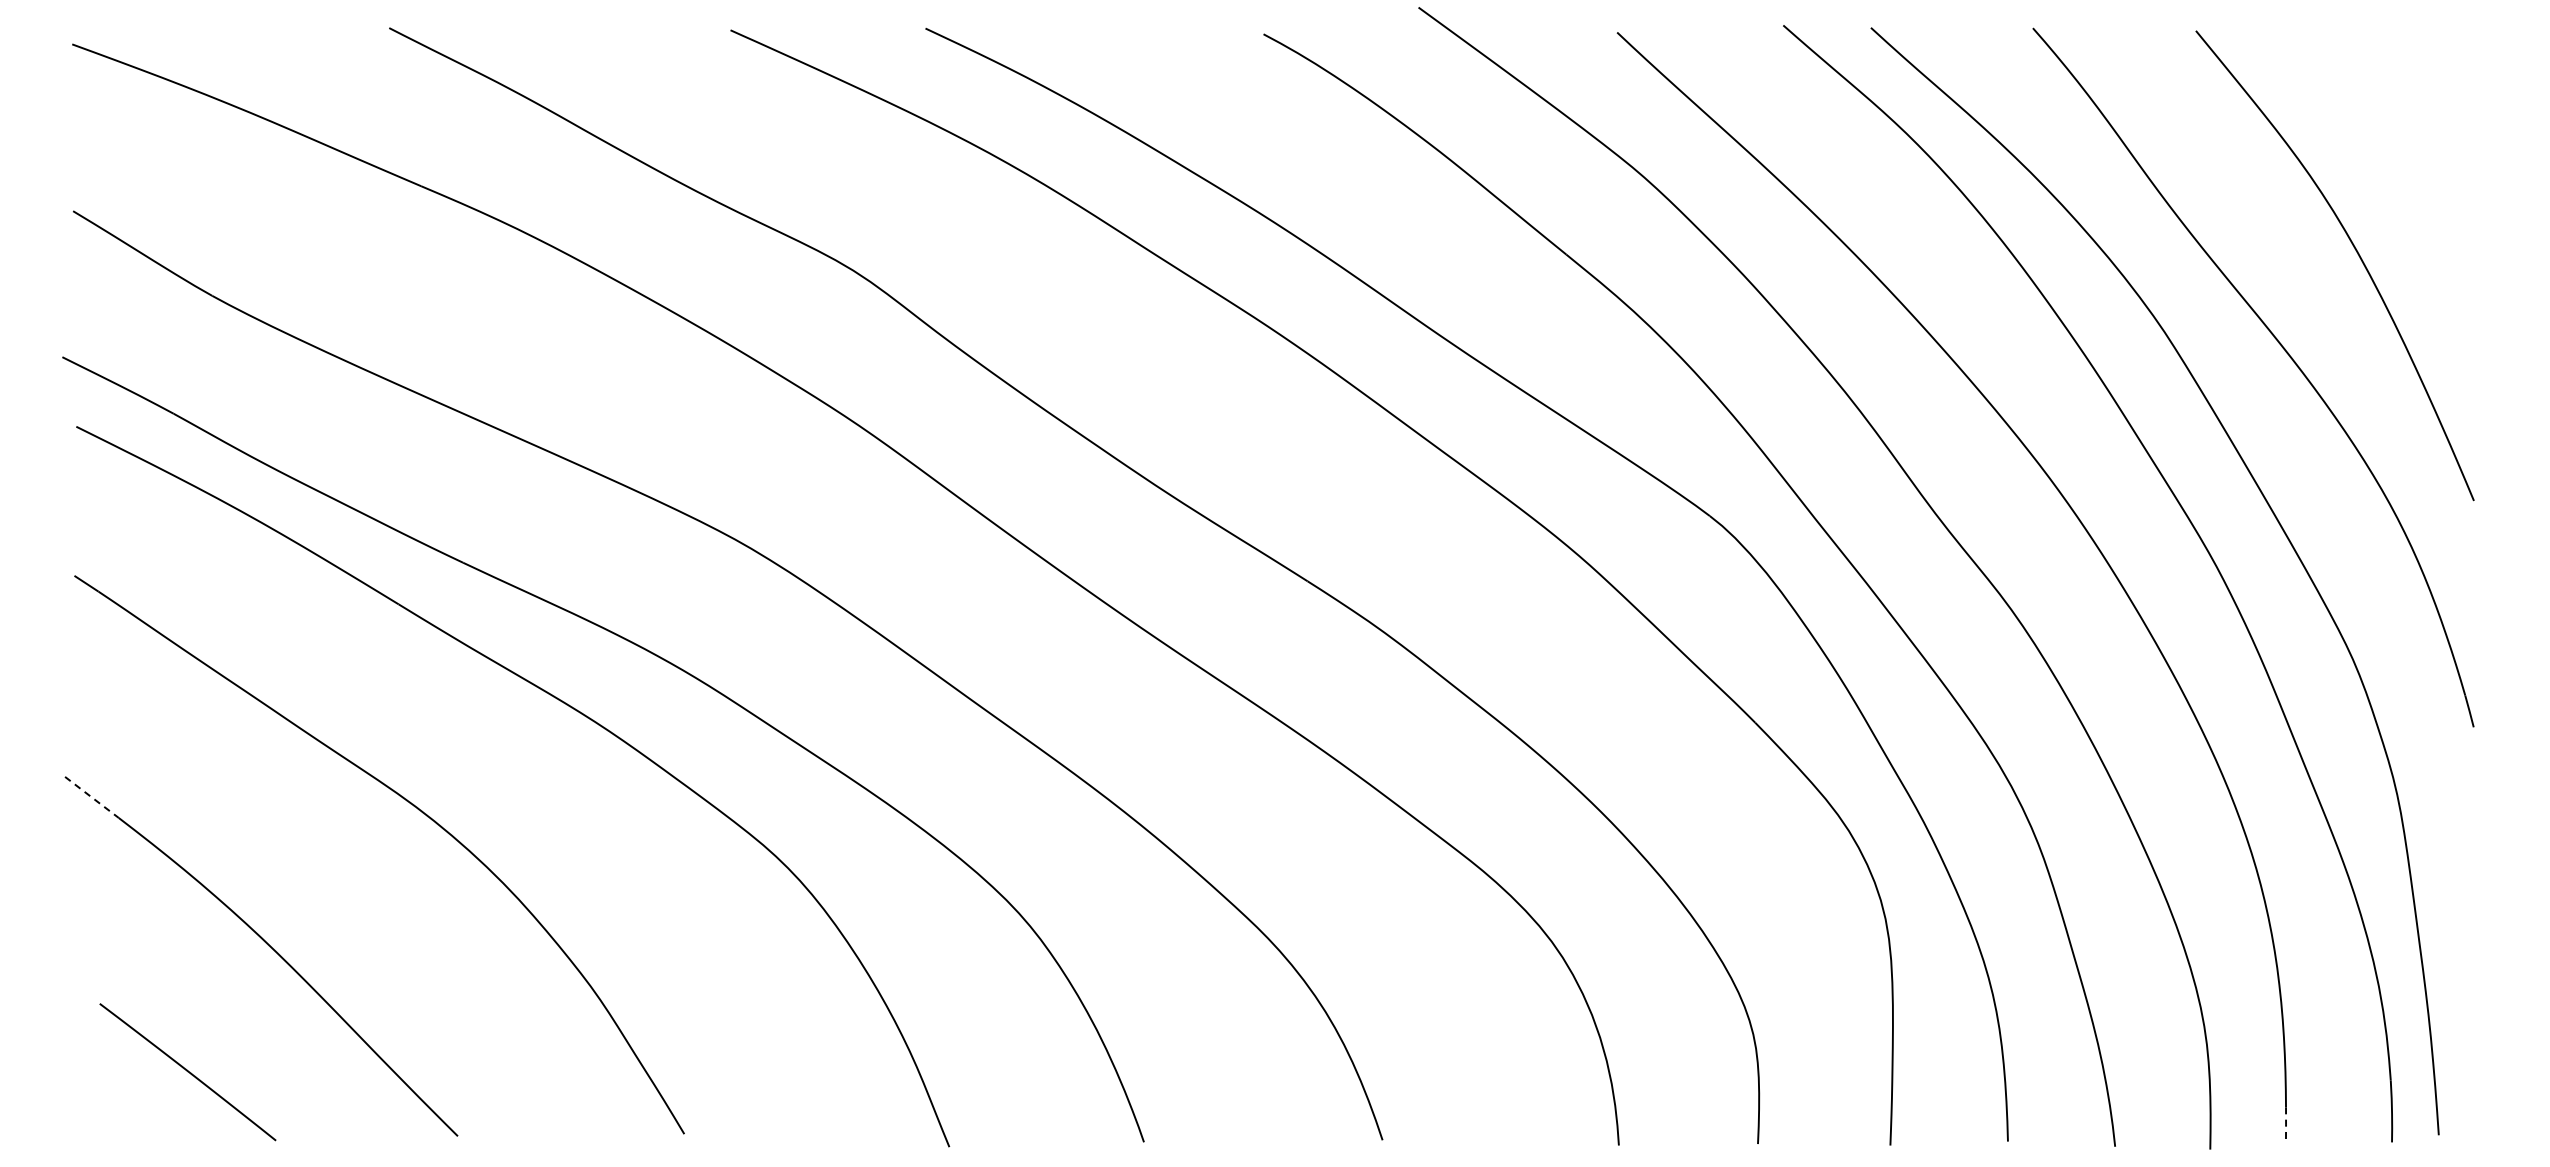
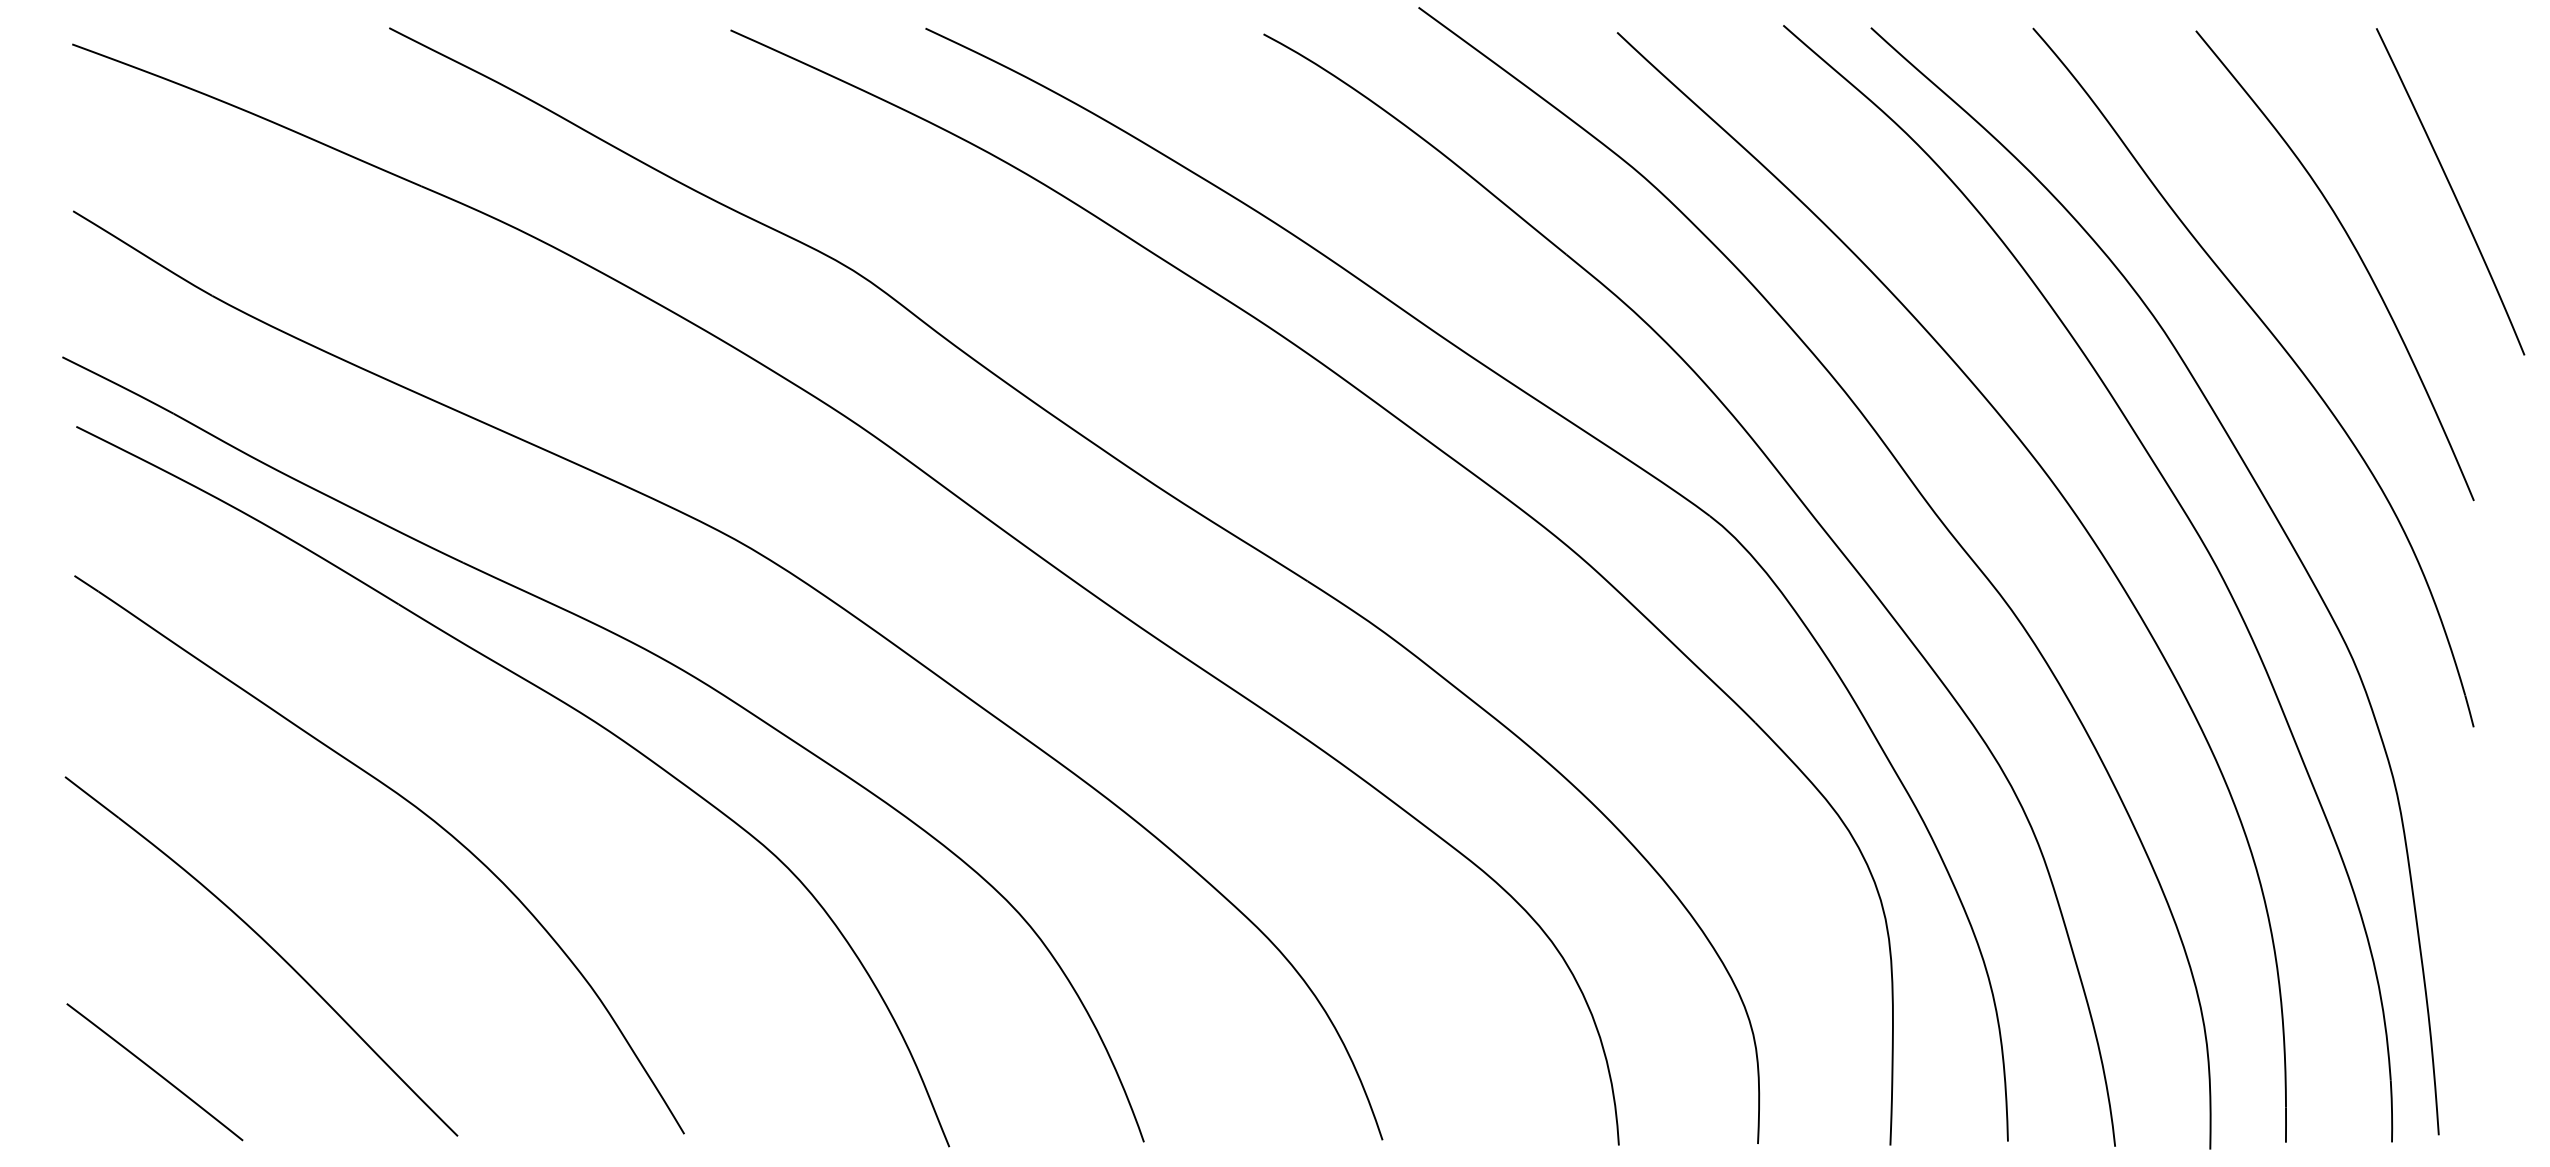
curve at (2451, 190): none -> present
line at (91, 797): dashed -> solid
line at (187, 1072) position: (187, 1072) -> (154, 1072)
line at (2286, 1124): dashed -> solid
